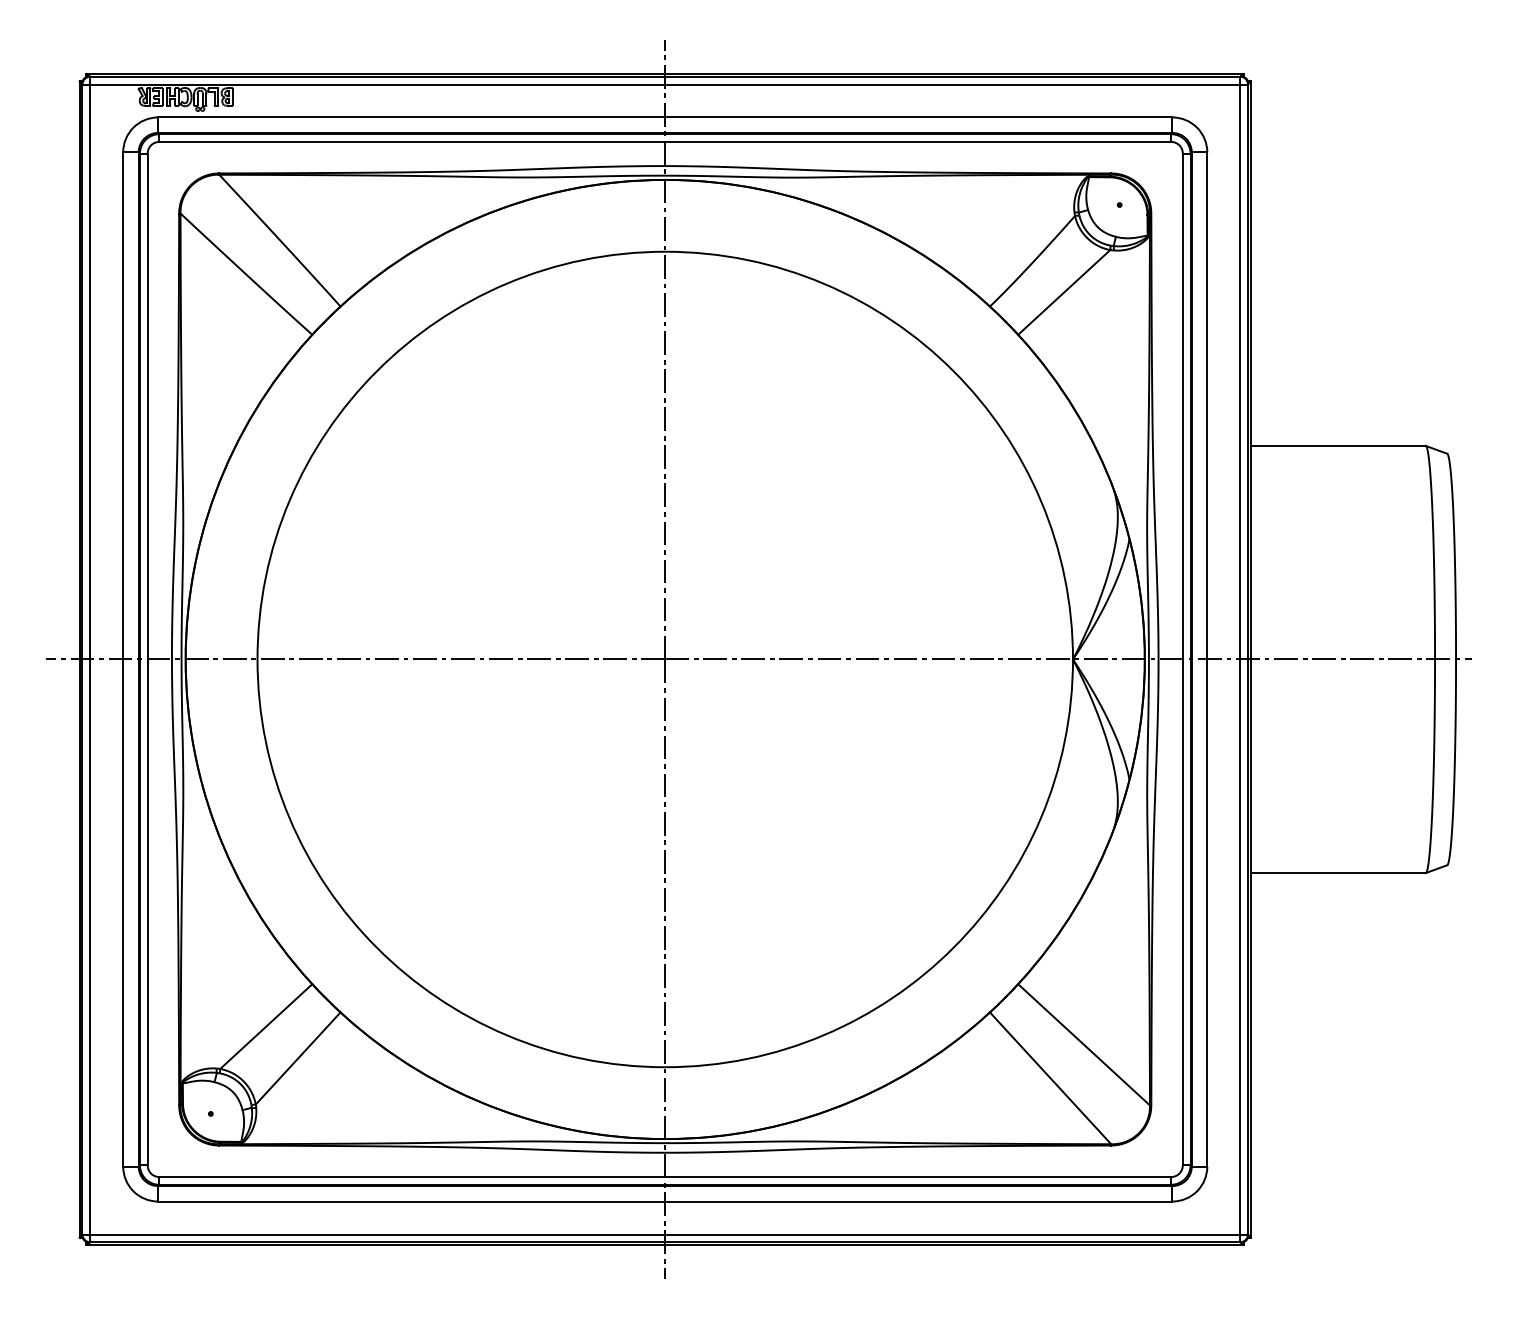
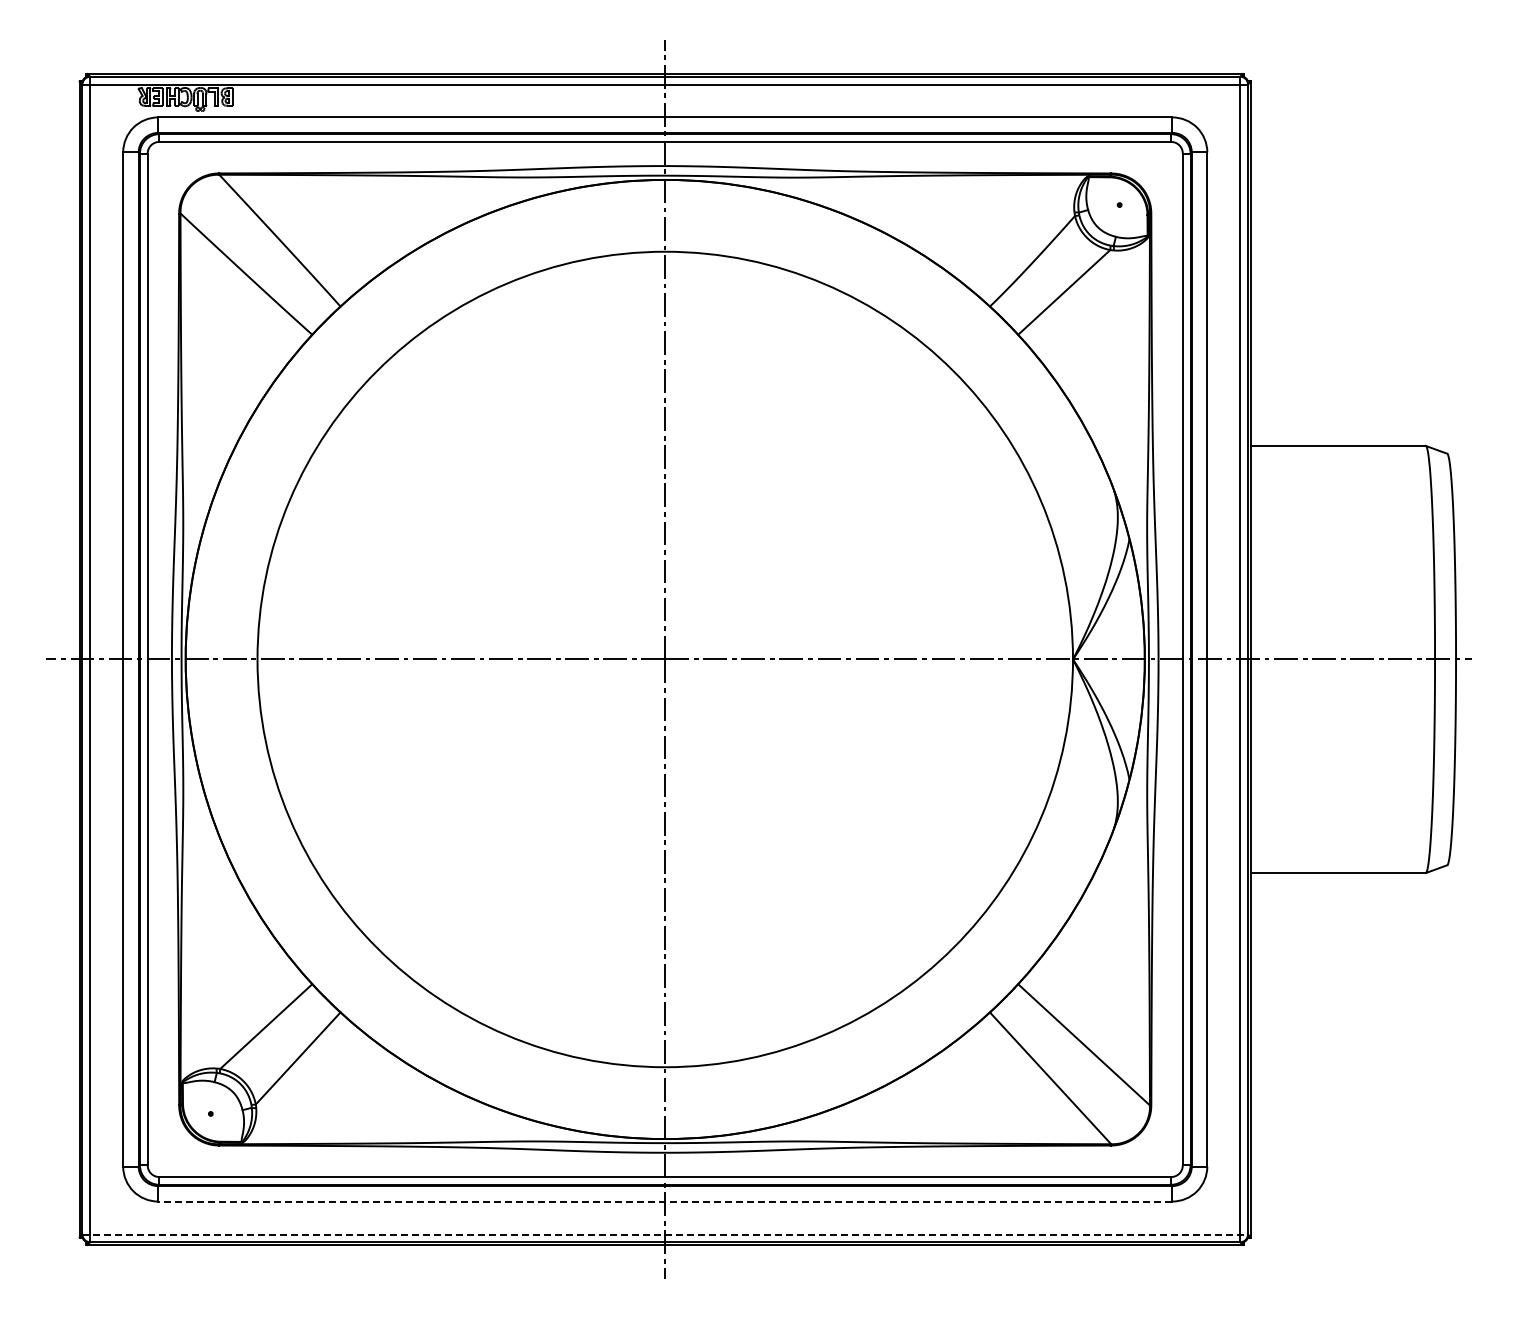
line at (664, 1201): solid -> dashed
line at (665, 1234): solid -> dashed
